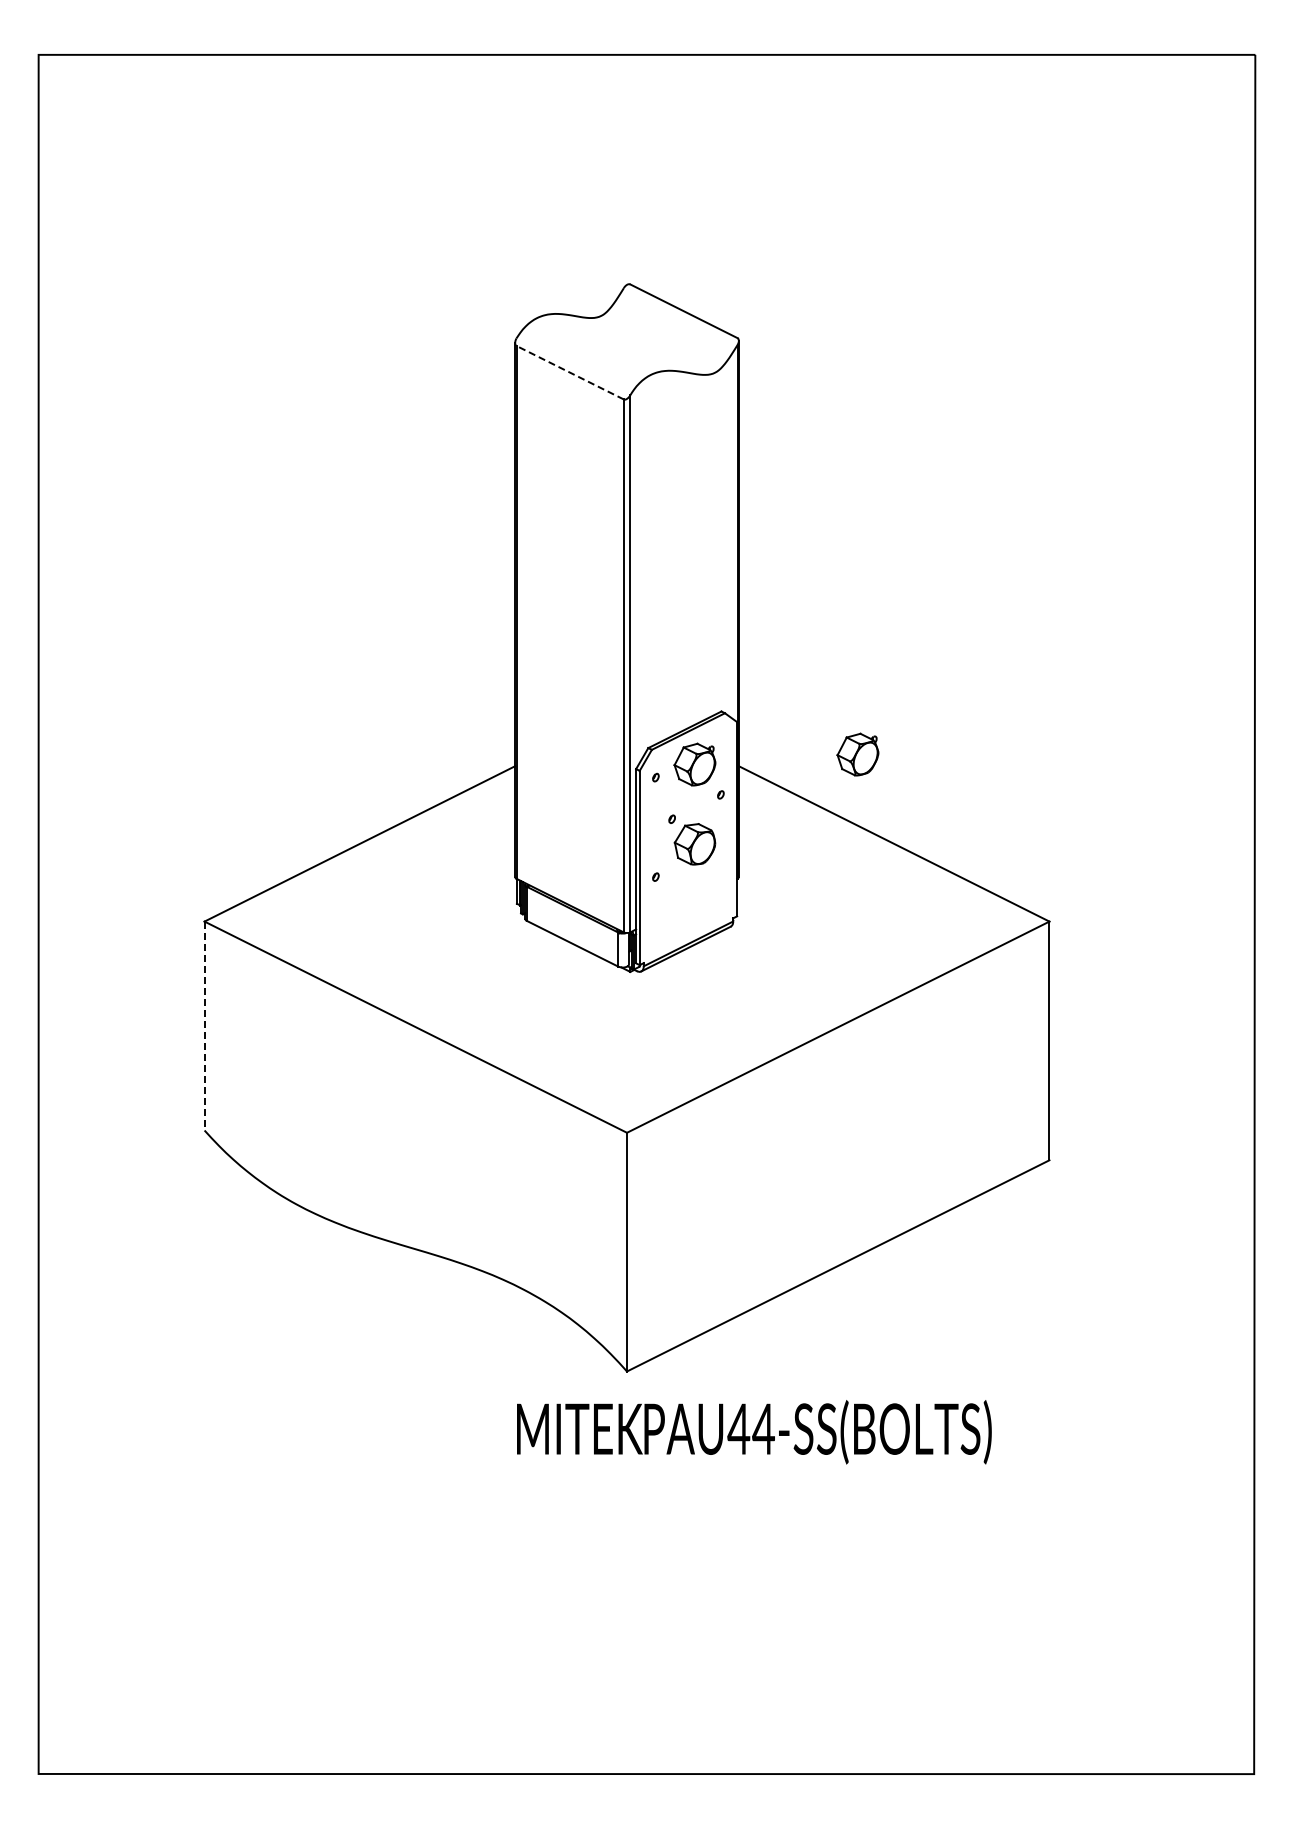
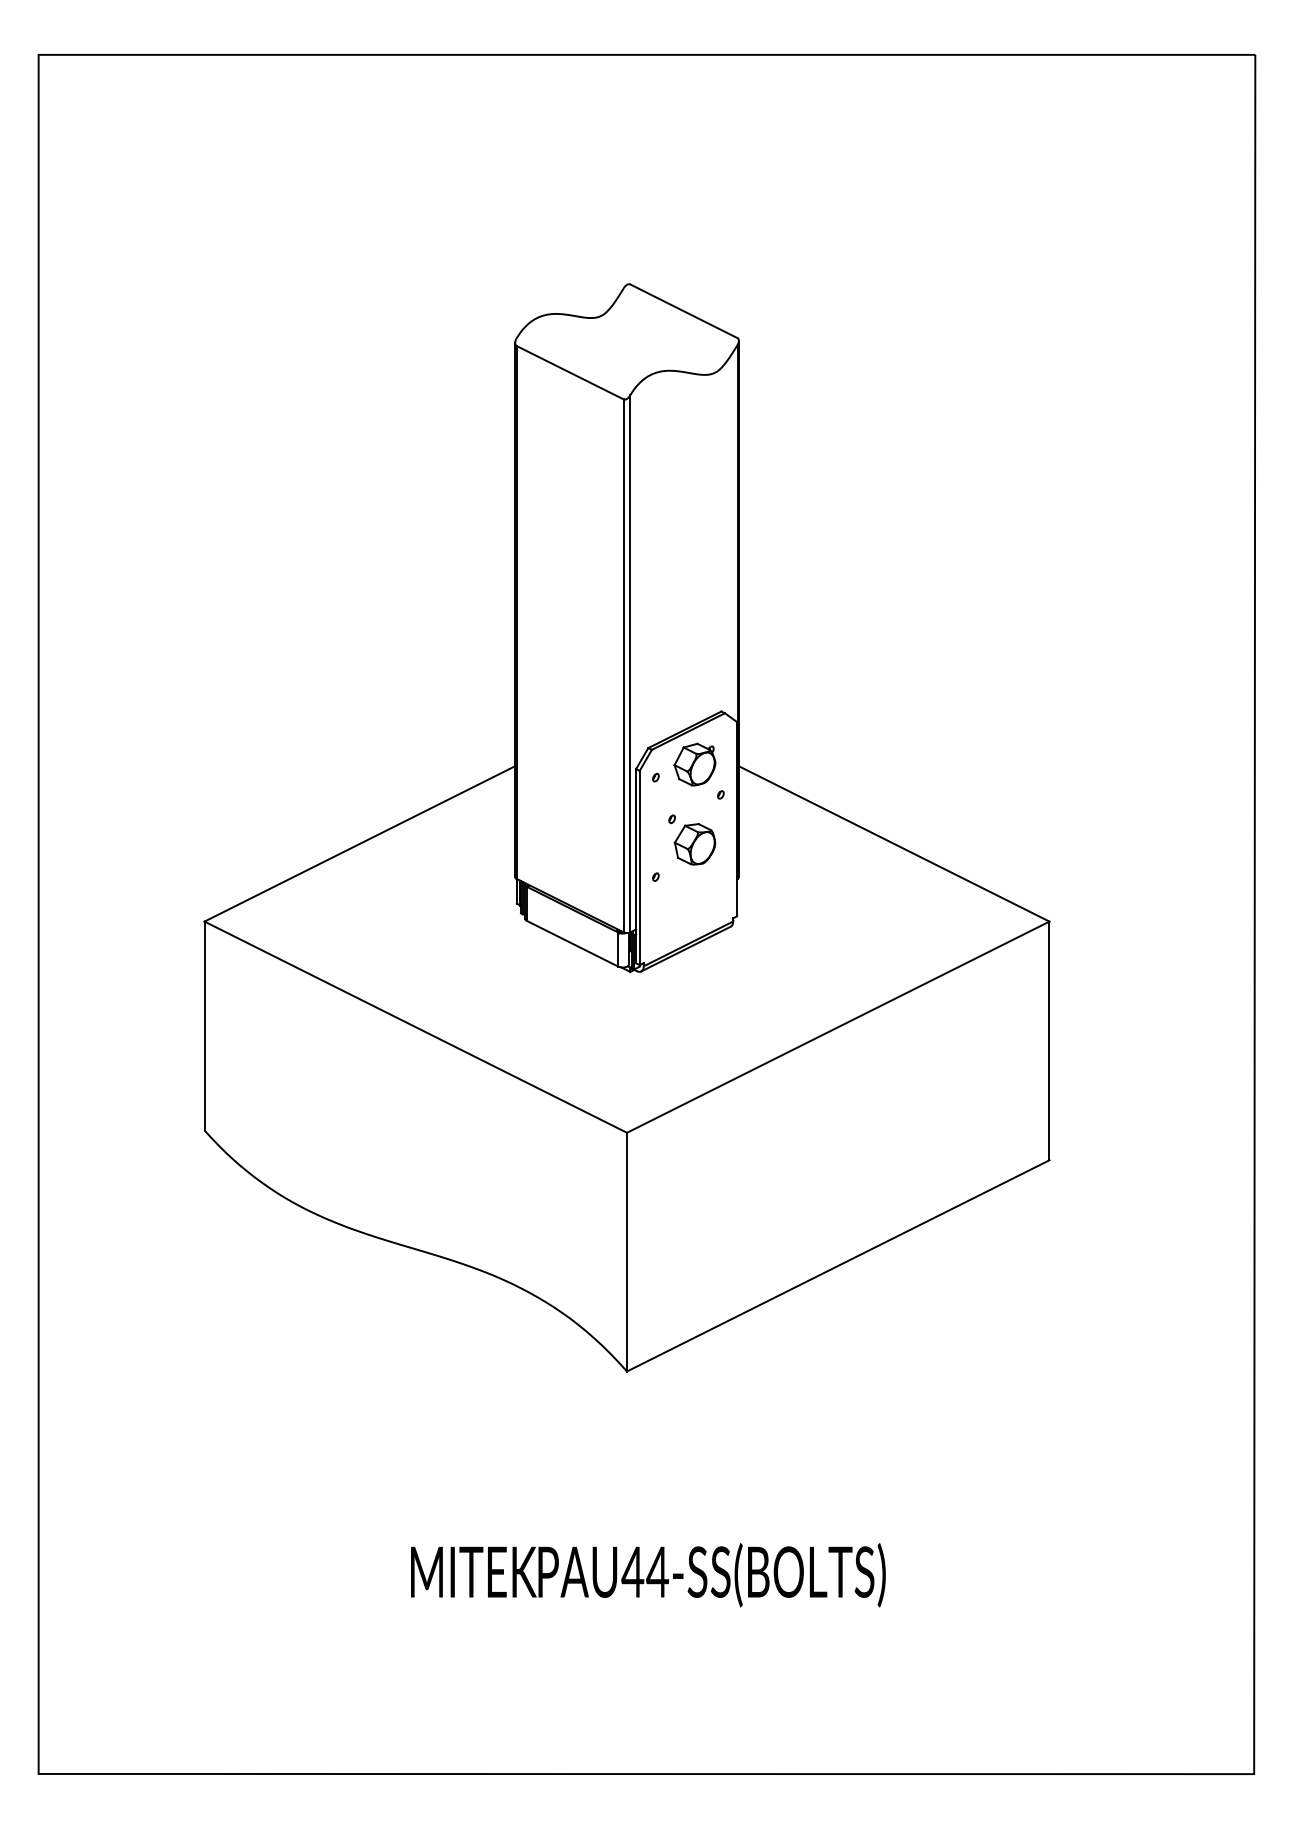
line at (570, 372): dashed -> solid
part at (857, 754): present -> none
line at (204, 1026): dashed -> solid
text at (754, 1432) position: (754, 1432) -> (648, 1575)
